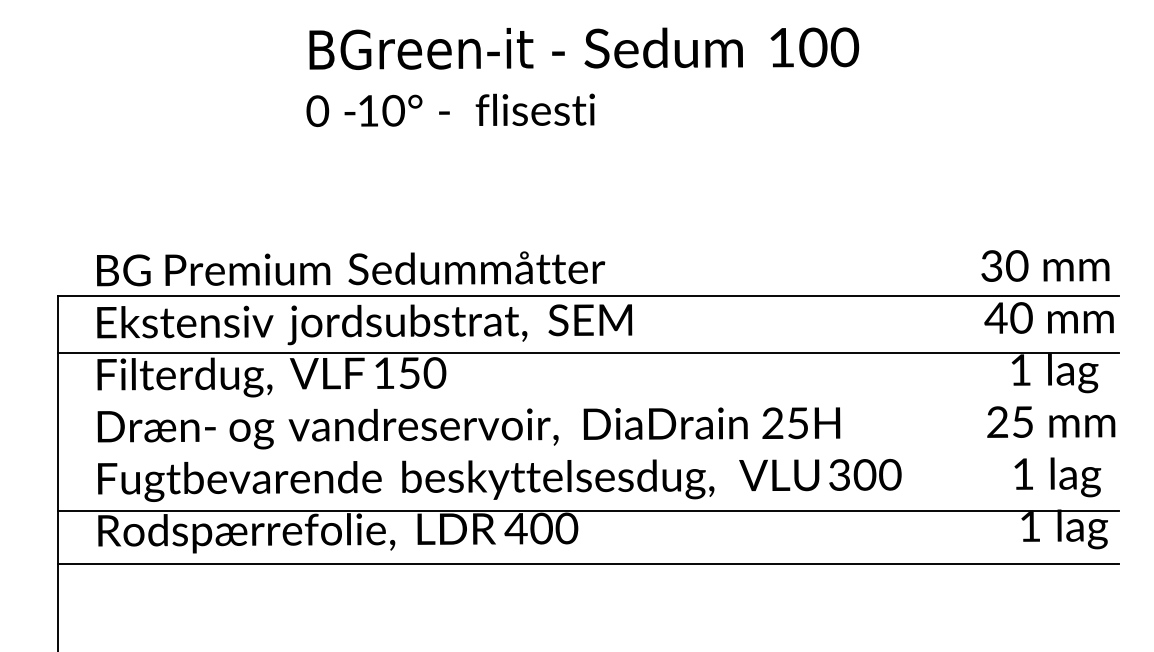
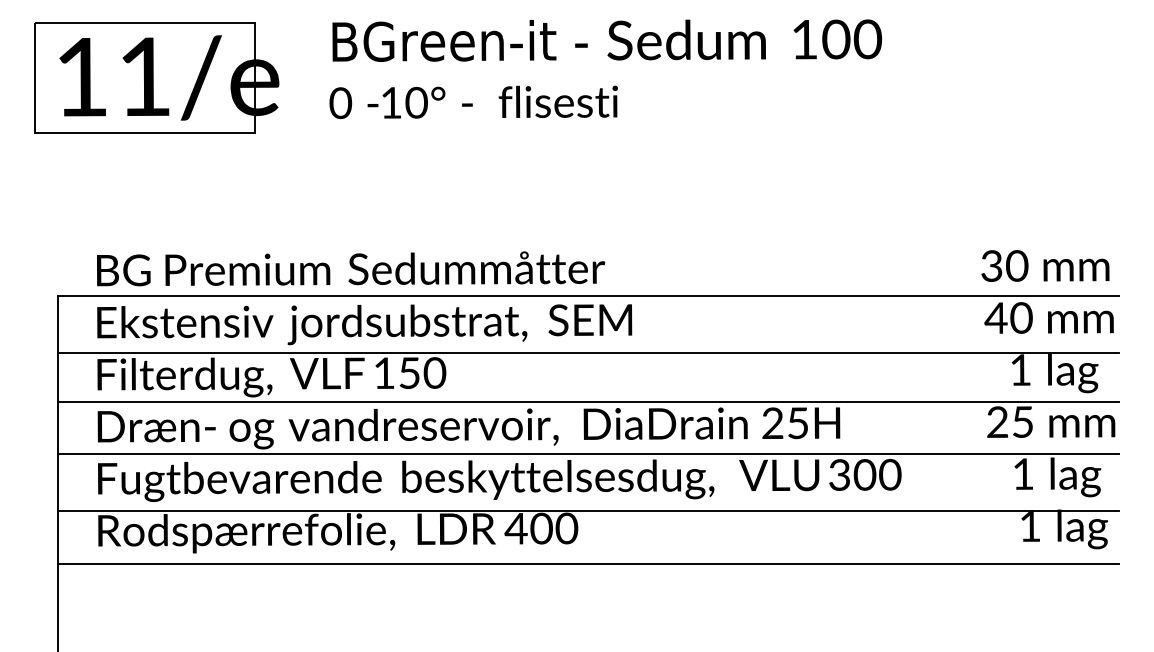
text at (582, 76) position: (582, 76) -> (605, 68)
part at (156, 77): none -> present
line at (588, 401): none -> present
line at (588, 453): none -> present
